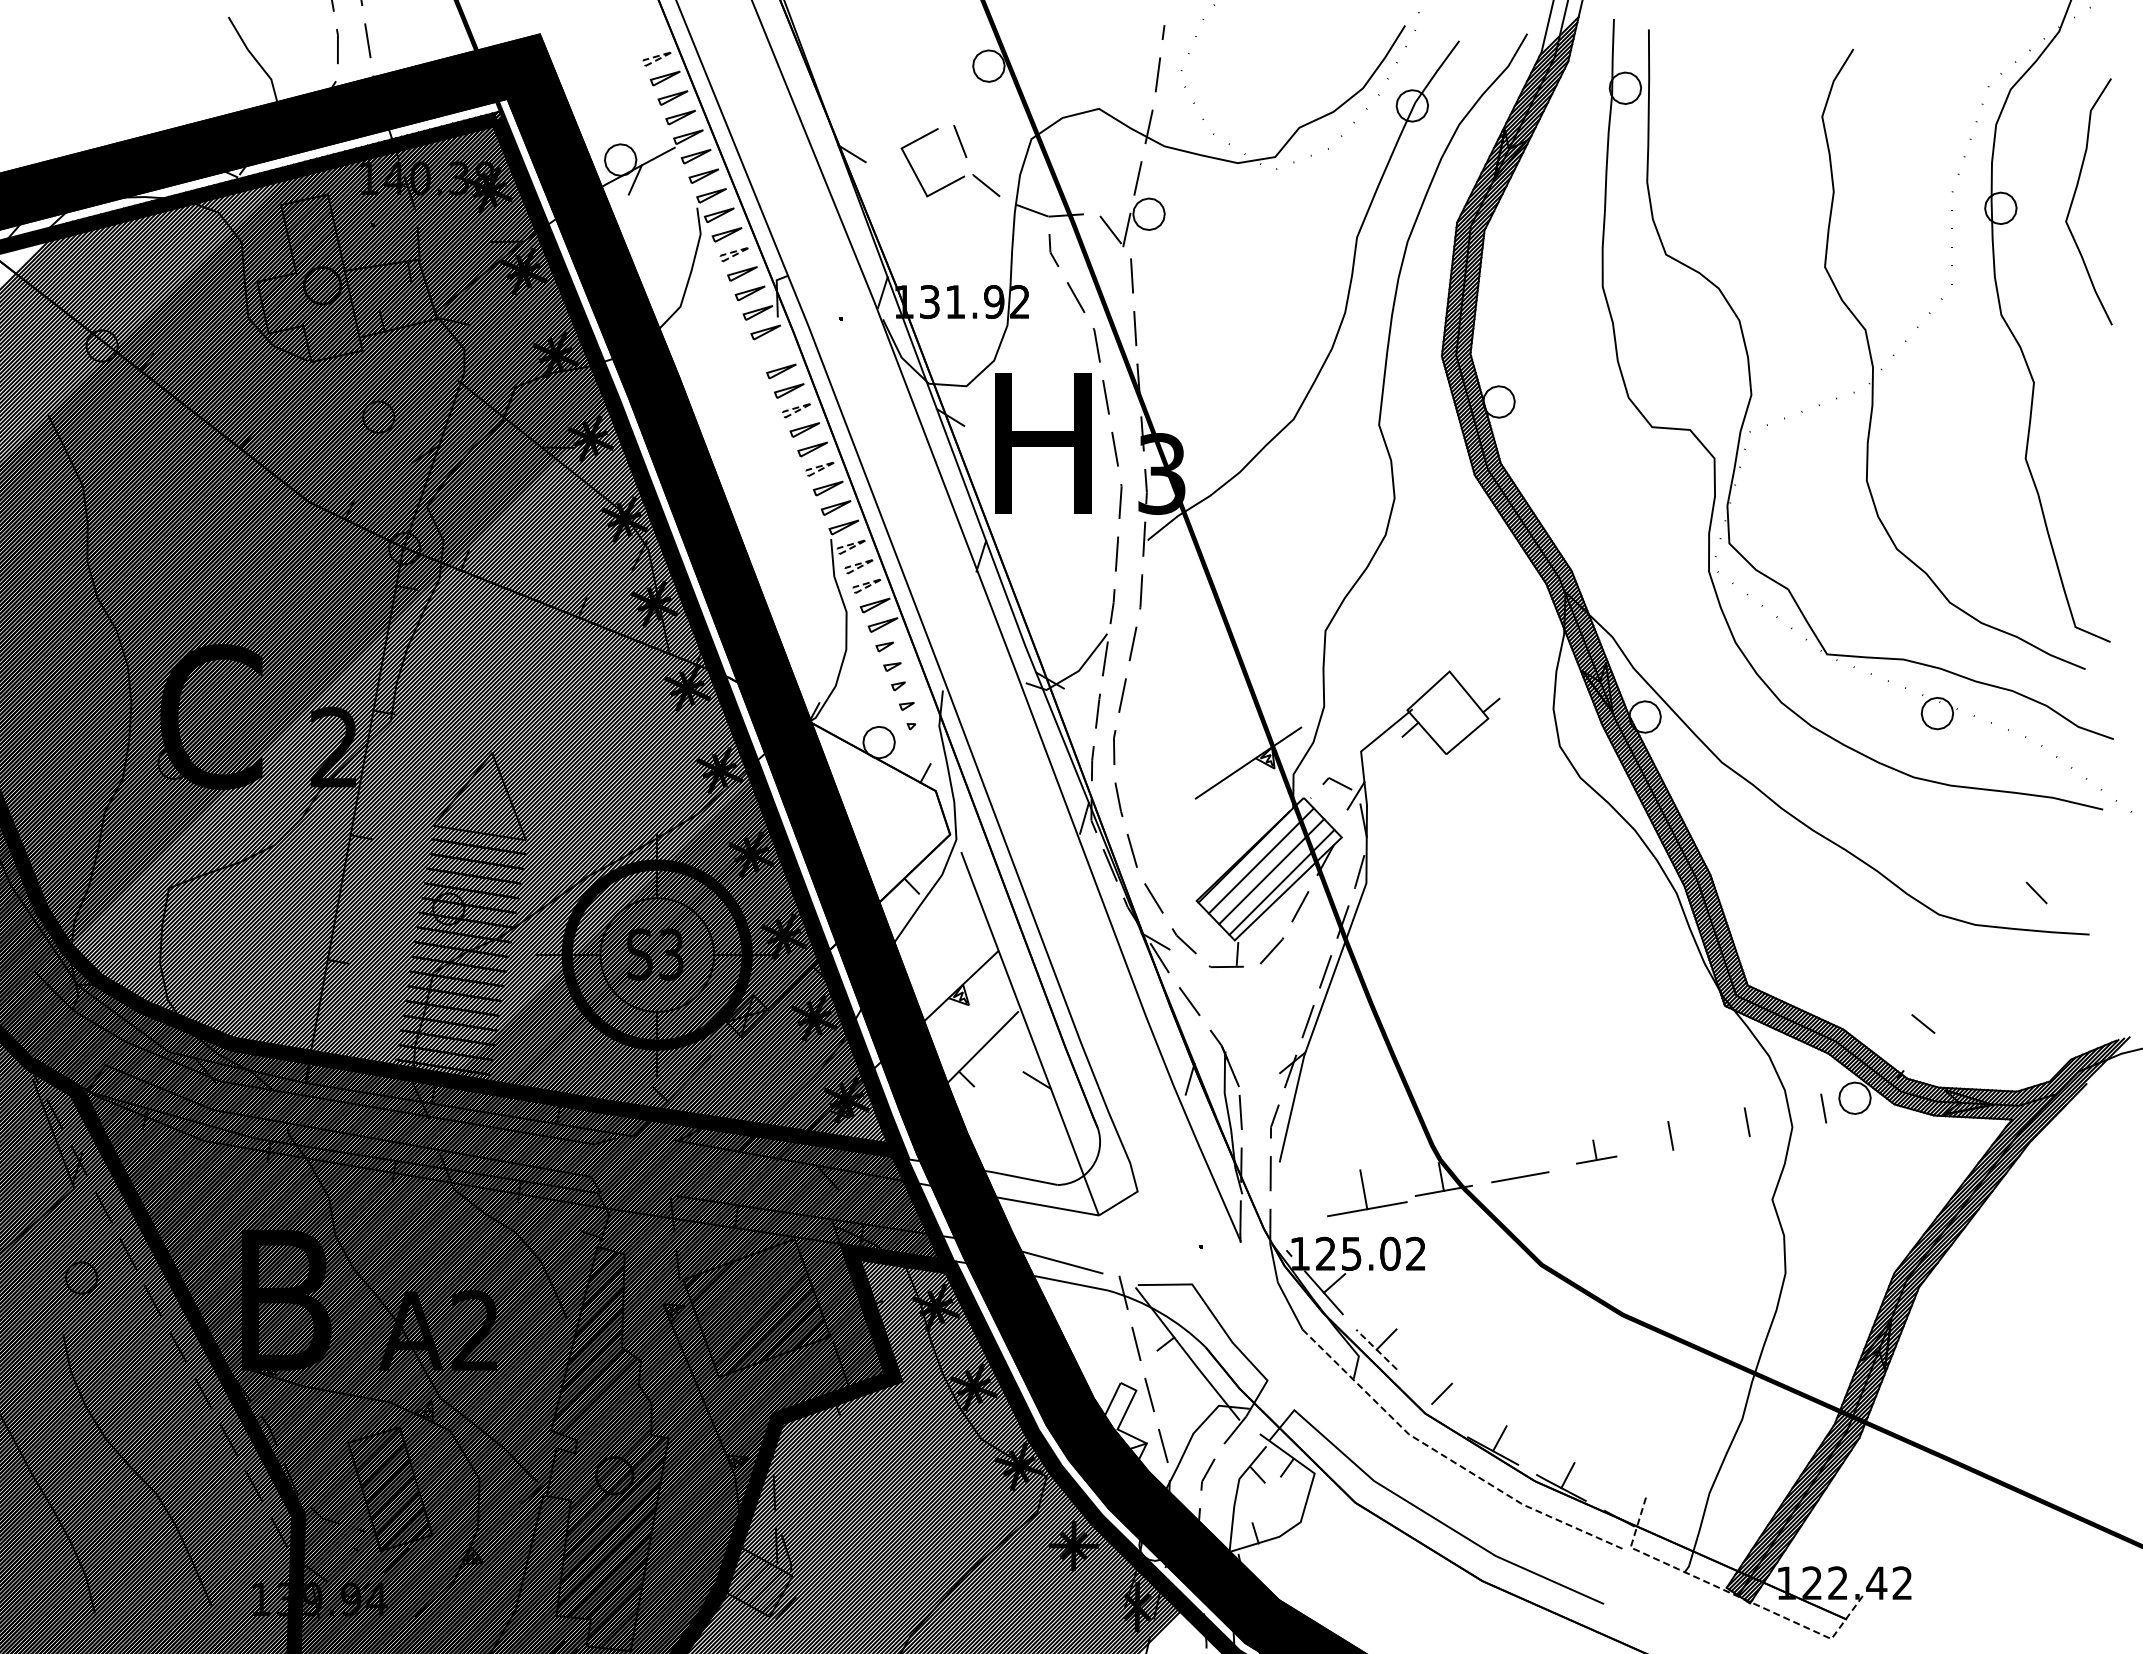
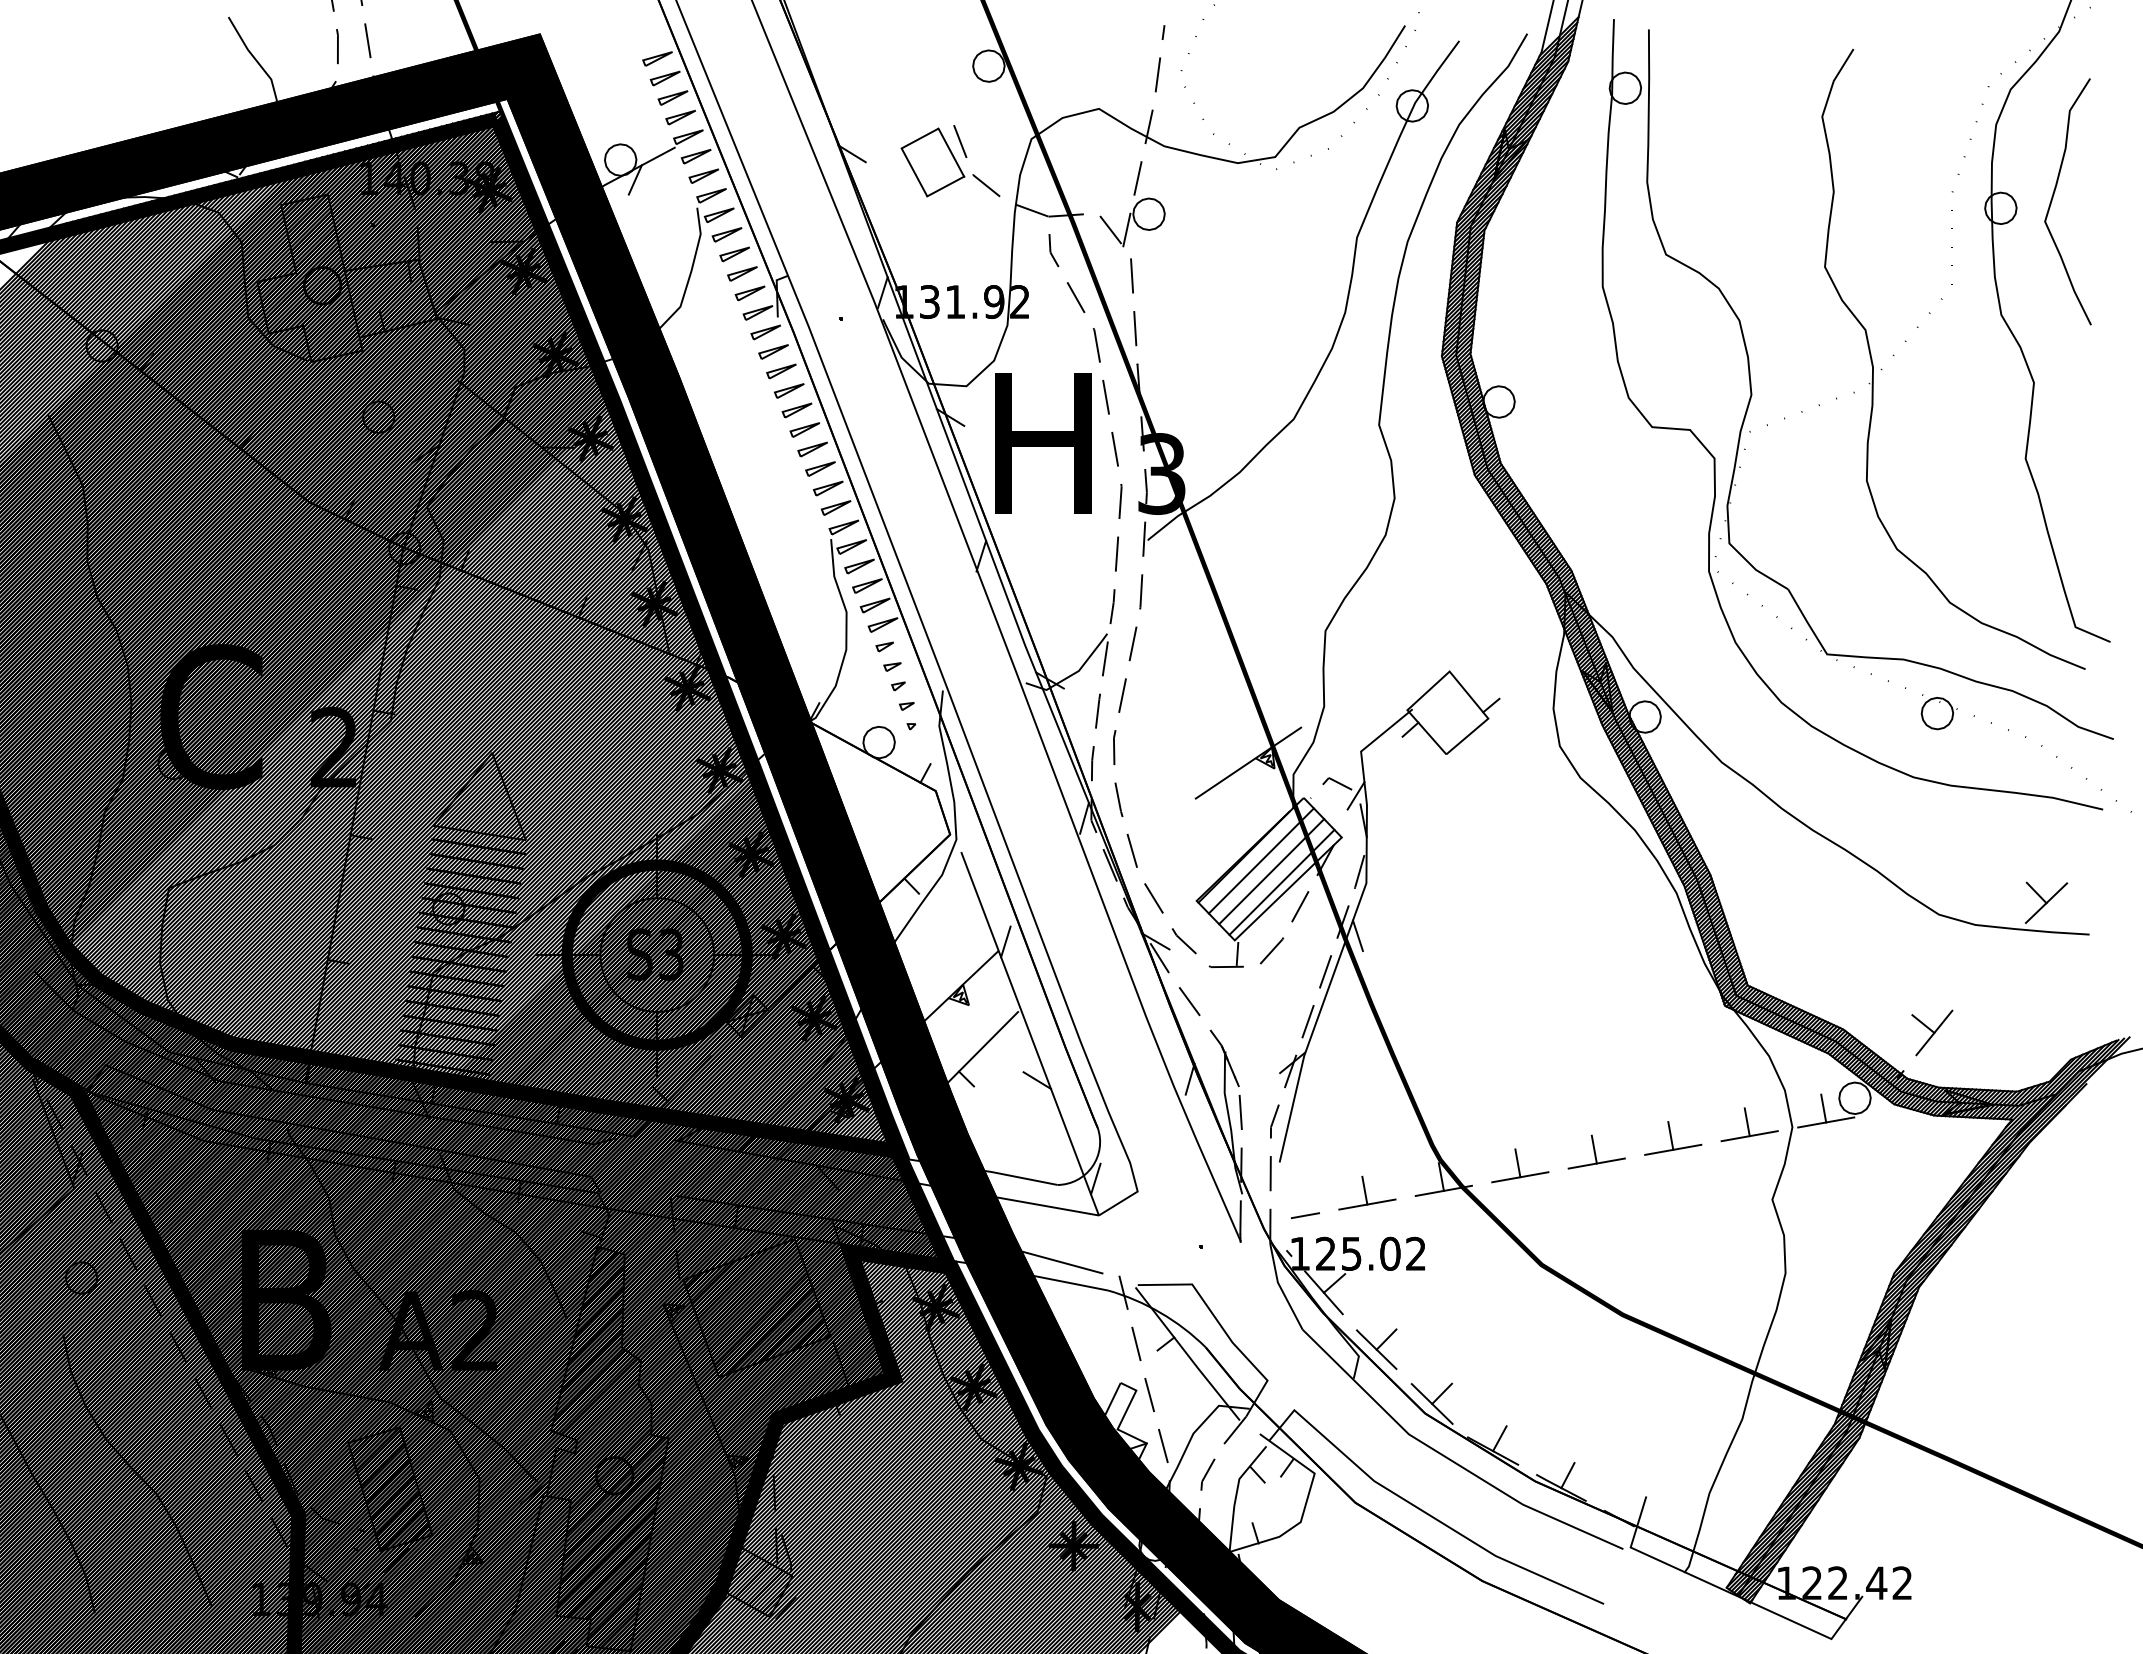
line at (668, 53): dashed -> solid
line at (951, 152): none -> present
curve at (2074, 198) position: (2074, 198) -> (2053, 198)
line at (746, 248): dashed -> solid
part at (773, 351): none -> present
line at (808, 404): dashed -> solid
line at (831, 463): dashed -> solid
line at (862, 541): dashed -> solid
line at (870, 560): dashed -> solid
line at (878, 580): dashed -> solid
line at (2046, 902): none -> present
line at (1357, 935): none -> present
line at (1005, 941): none -> present
line at (1934, 1032): none -> present
line at (1826, 1122): none -> present
line at (1749, 1136): none -> present
line at (1673, 1149): none -> present
part at (1596, 1151) size: 42x26 px -> 59x36 px
line at (1517, 1163): none -> present
line at (1095, 1178): none -> present
part at (1367, 1193) size: 81x49 px -> 59x36 px
line at (1305, 1215): none -> present
line at (1375, 1348): dashed -> solid
line at (1431, 1403): none -> present
line at (1448, 1459): dashed -> solid
line at (1730, 1593): dashed -> solid
